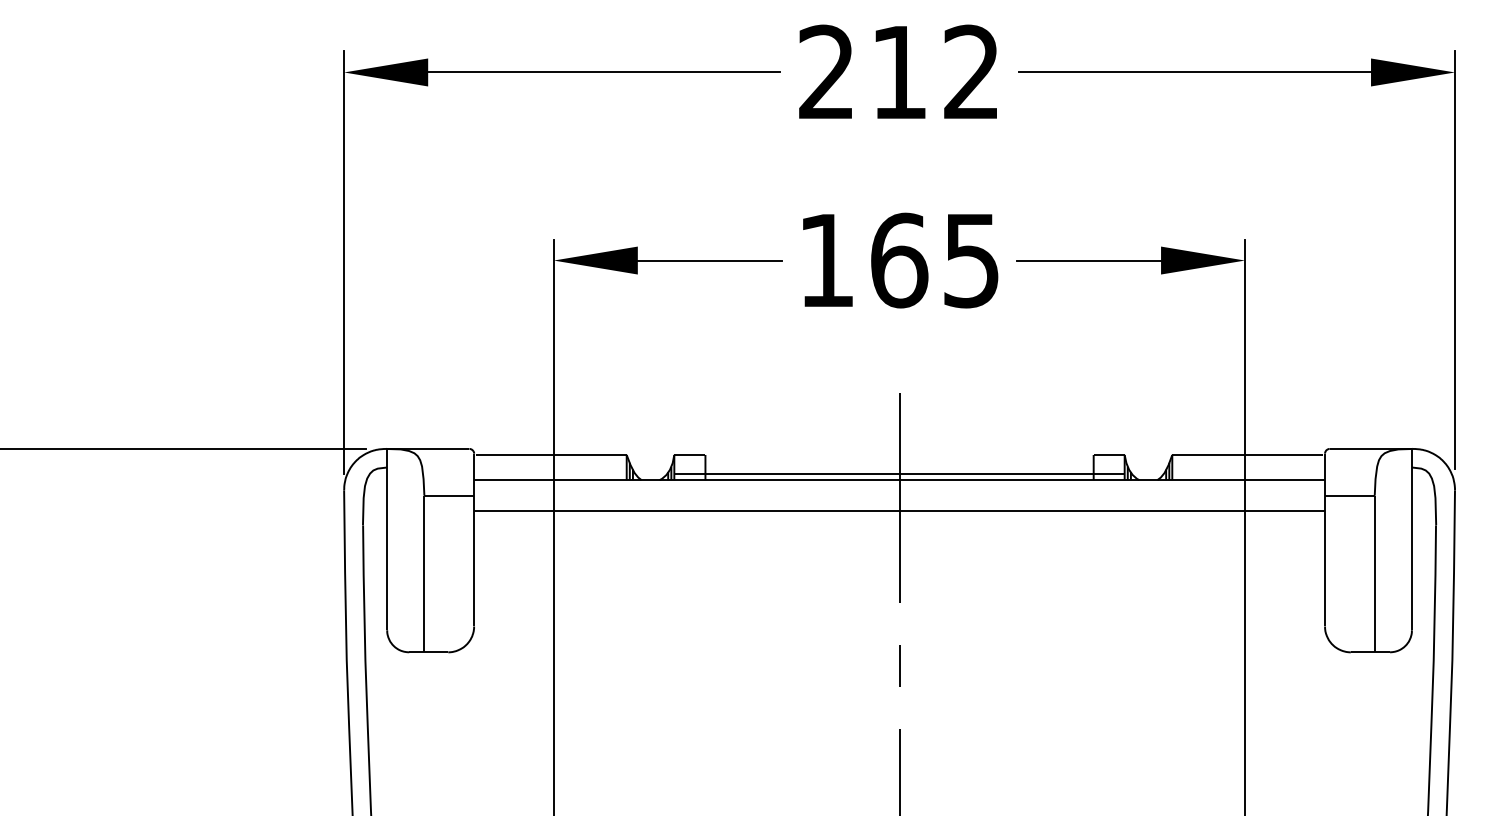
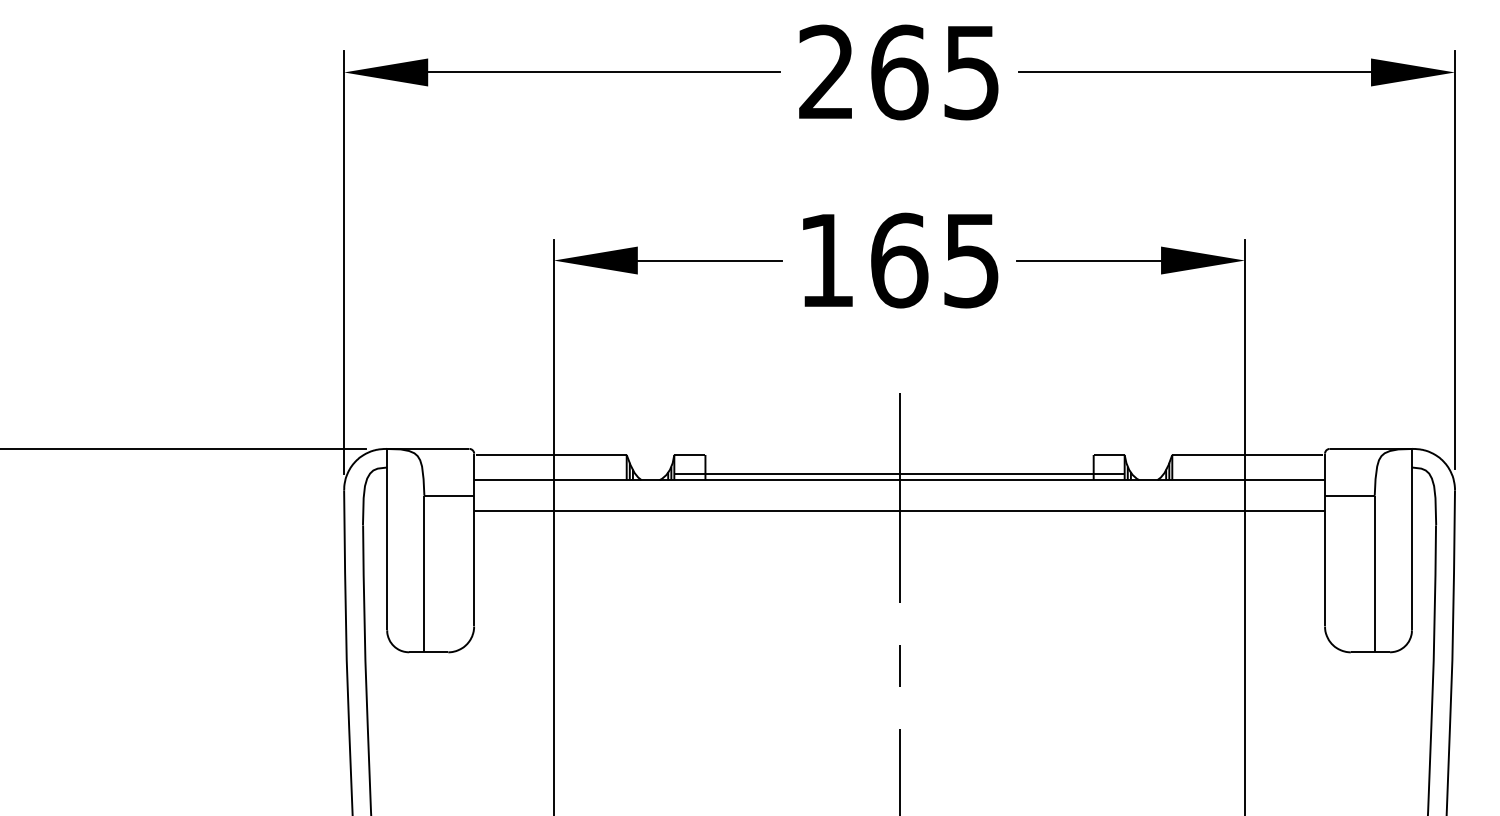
text at (934, 72): 212 -> 265
